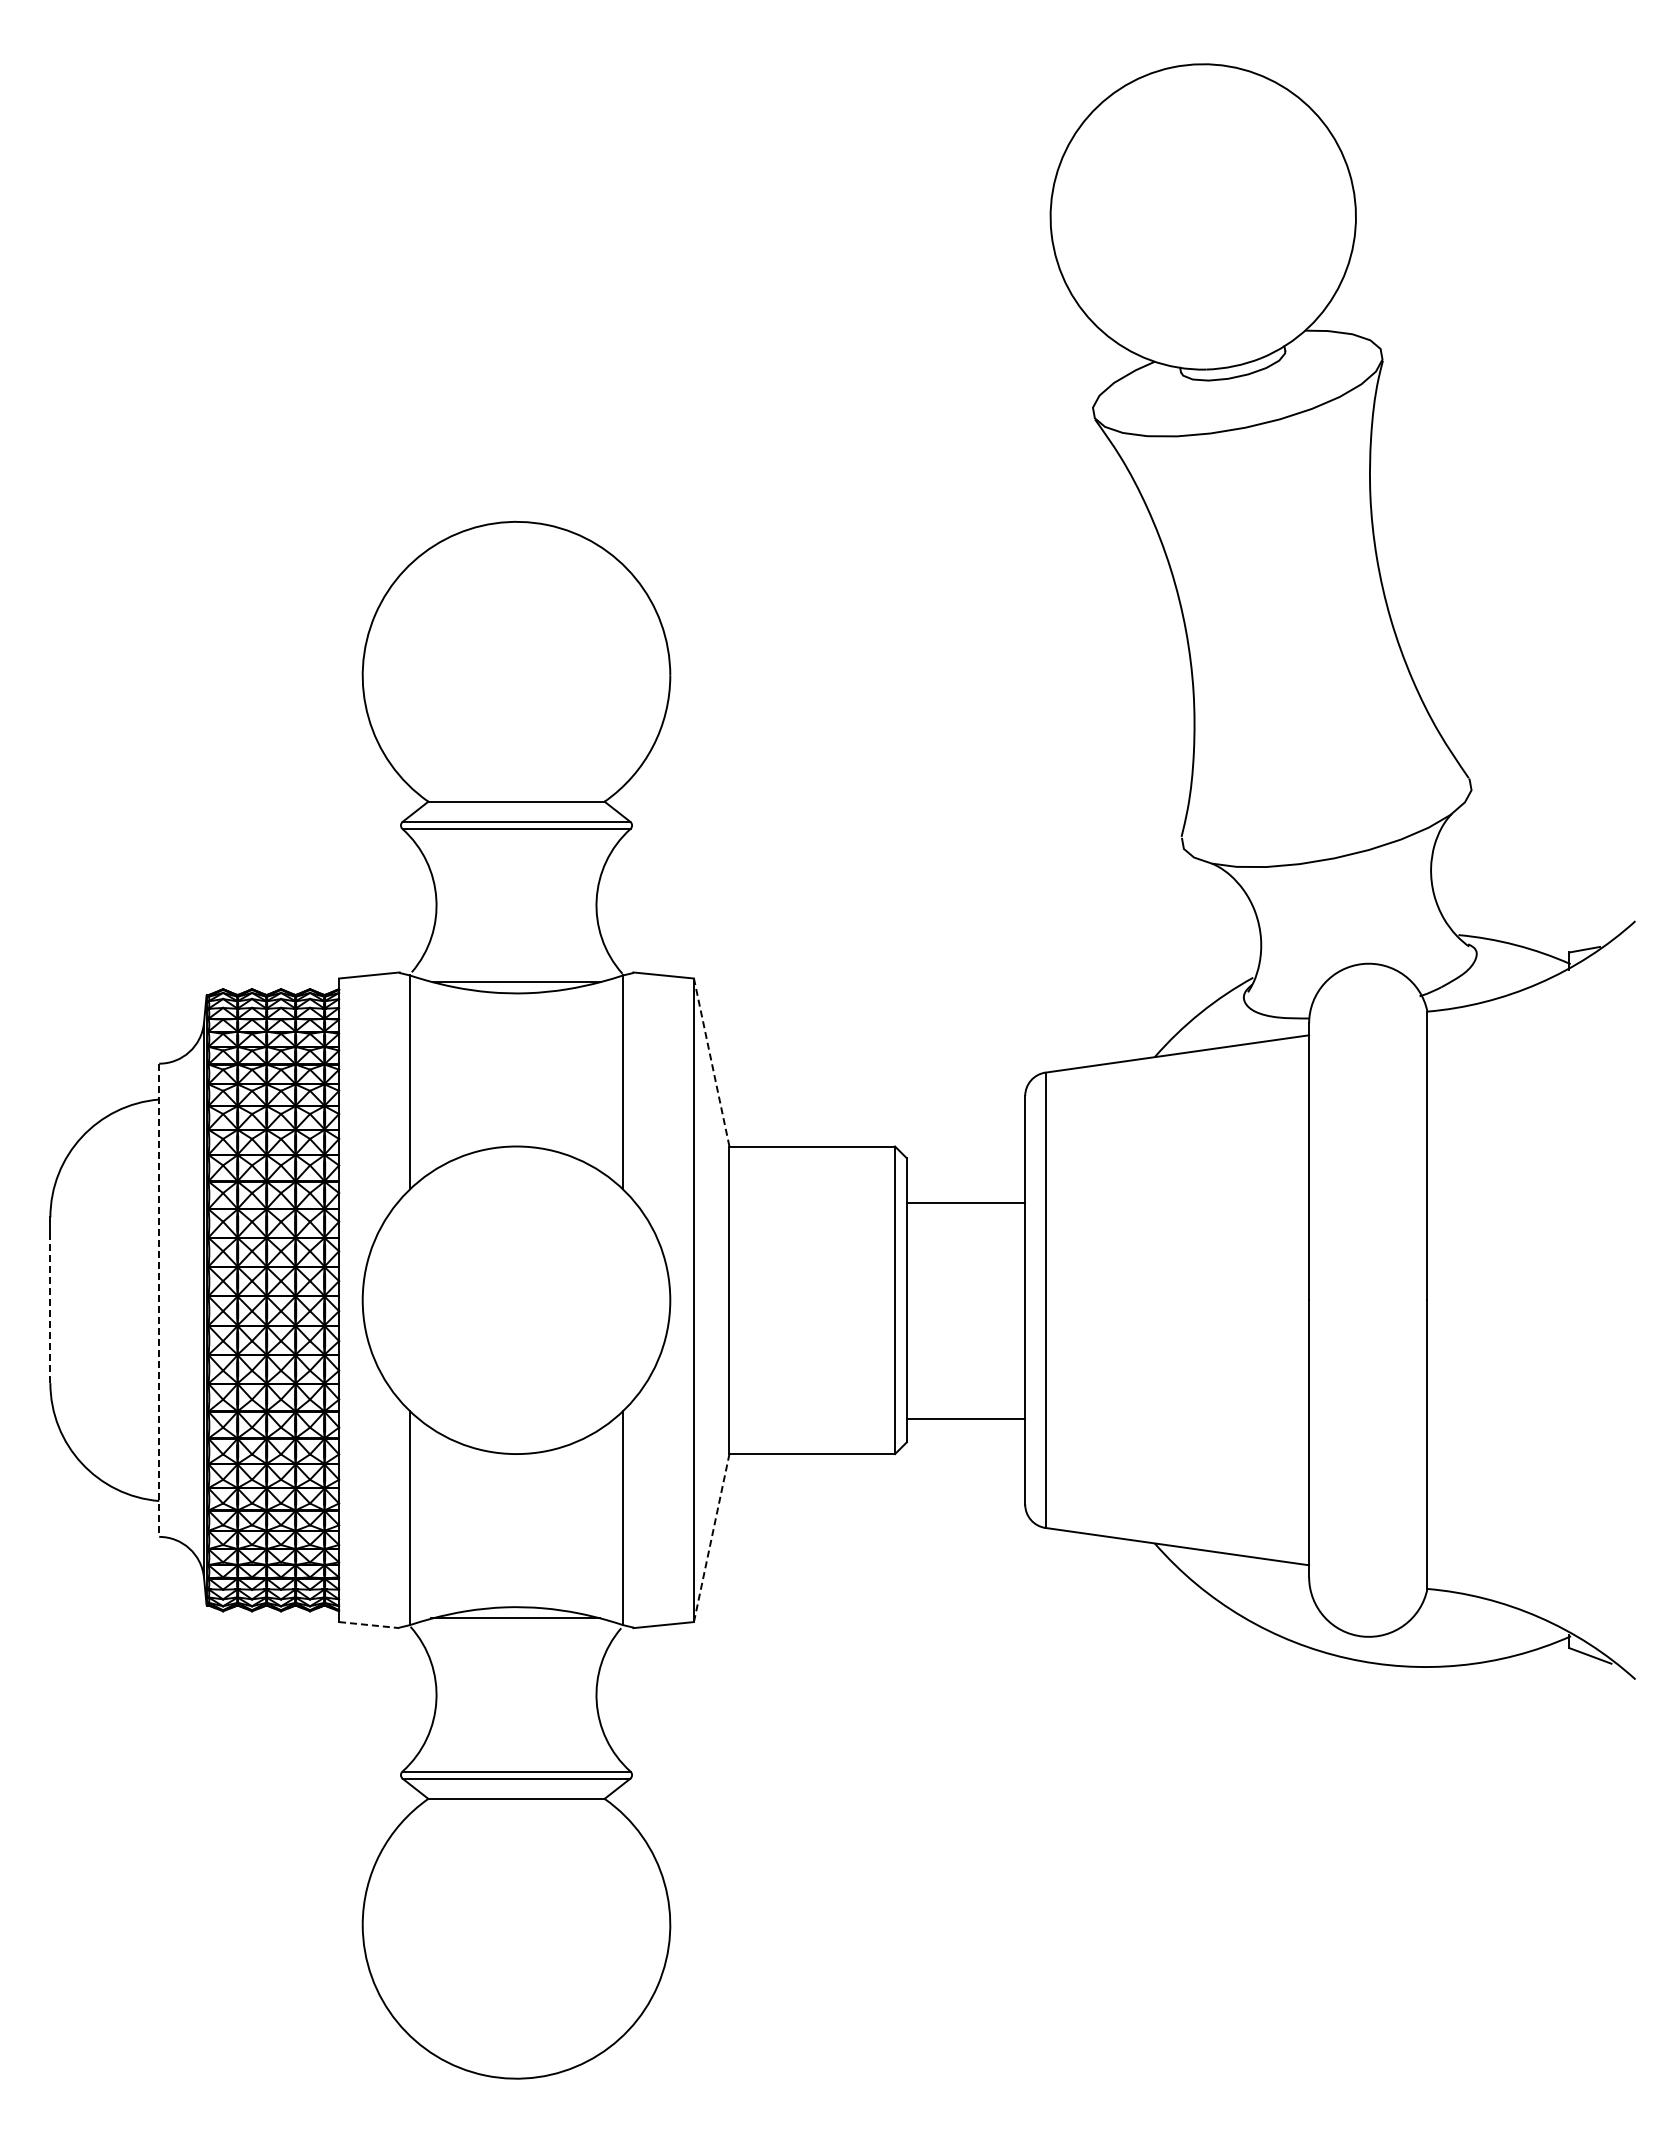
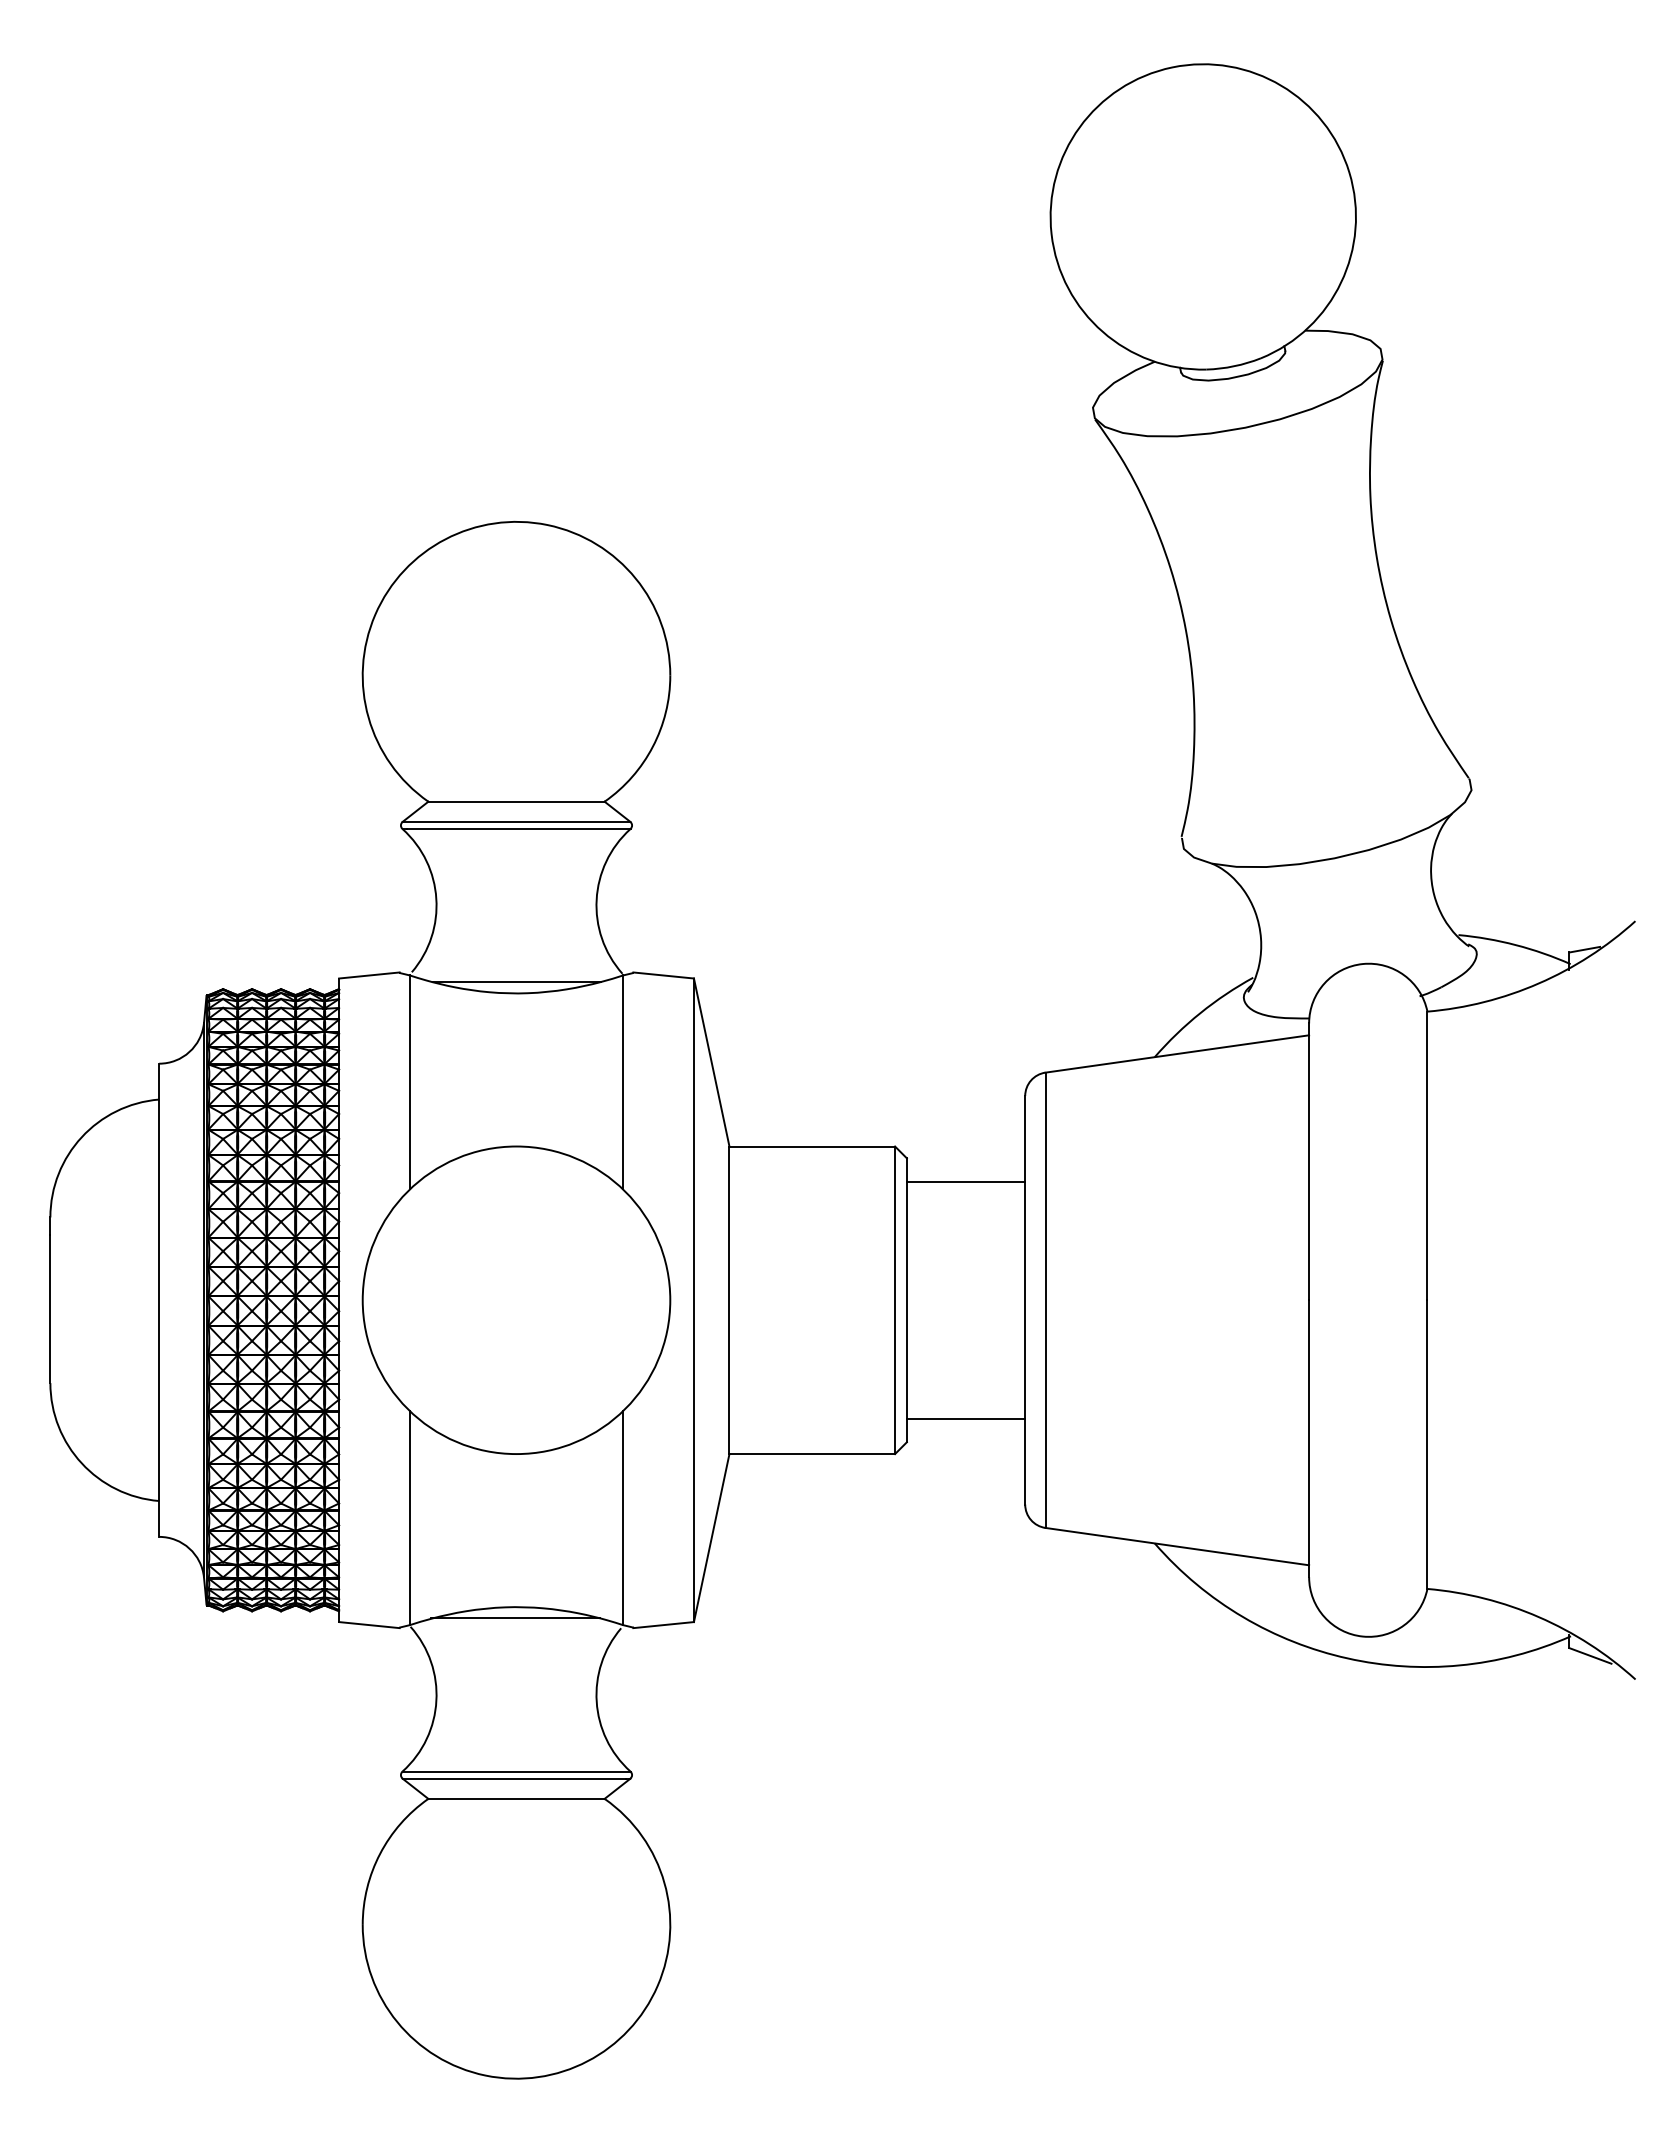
line at (711, 1062): dashed -> solid
line at (965, 1203) position: (965, 1203) -> (965, 1182)
line at (159, 1300): dashed -> solid
line at (50, 1308): dashed -> solid
line at (711, 1538): dashed -> solid
line at (369, 1625): dashed -> solid
